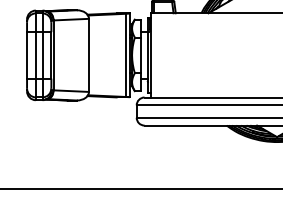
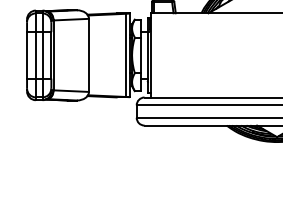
line at (140, 188): present -> none
